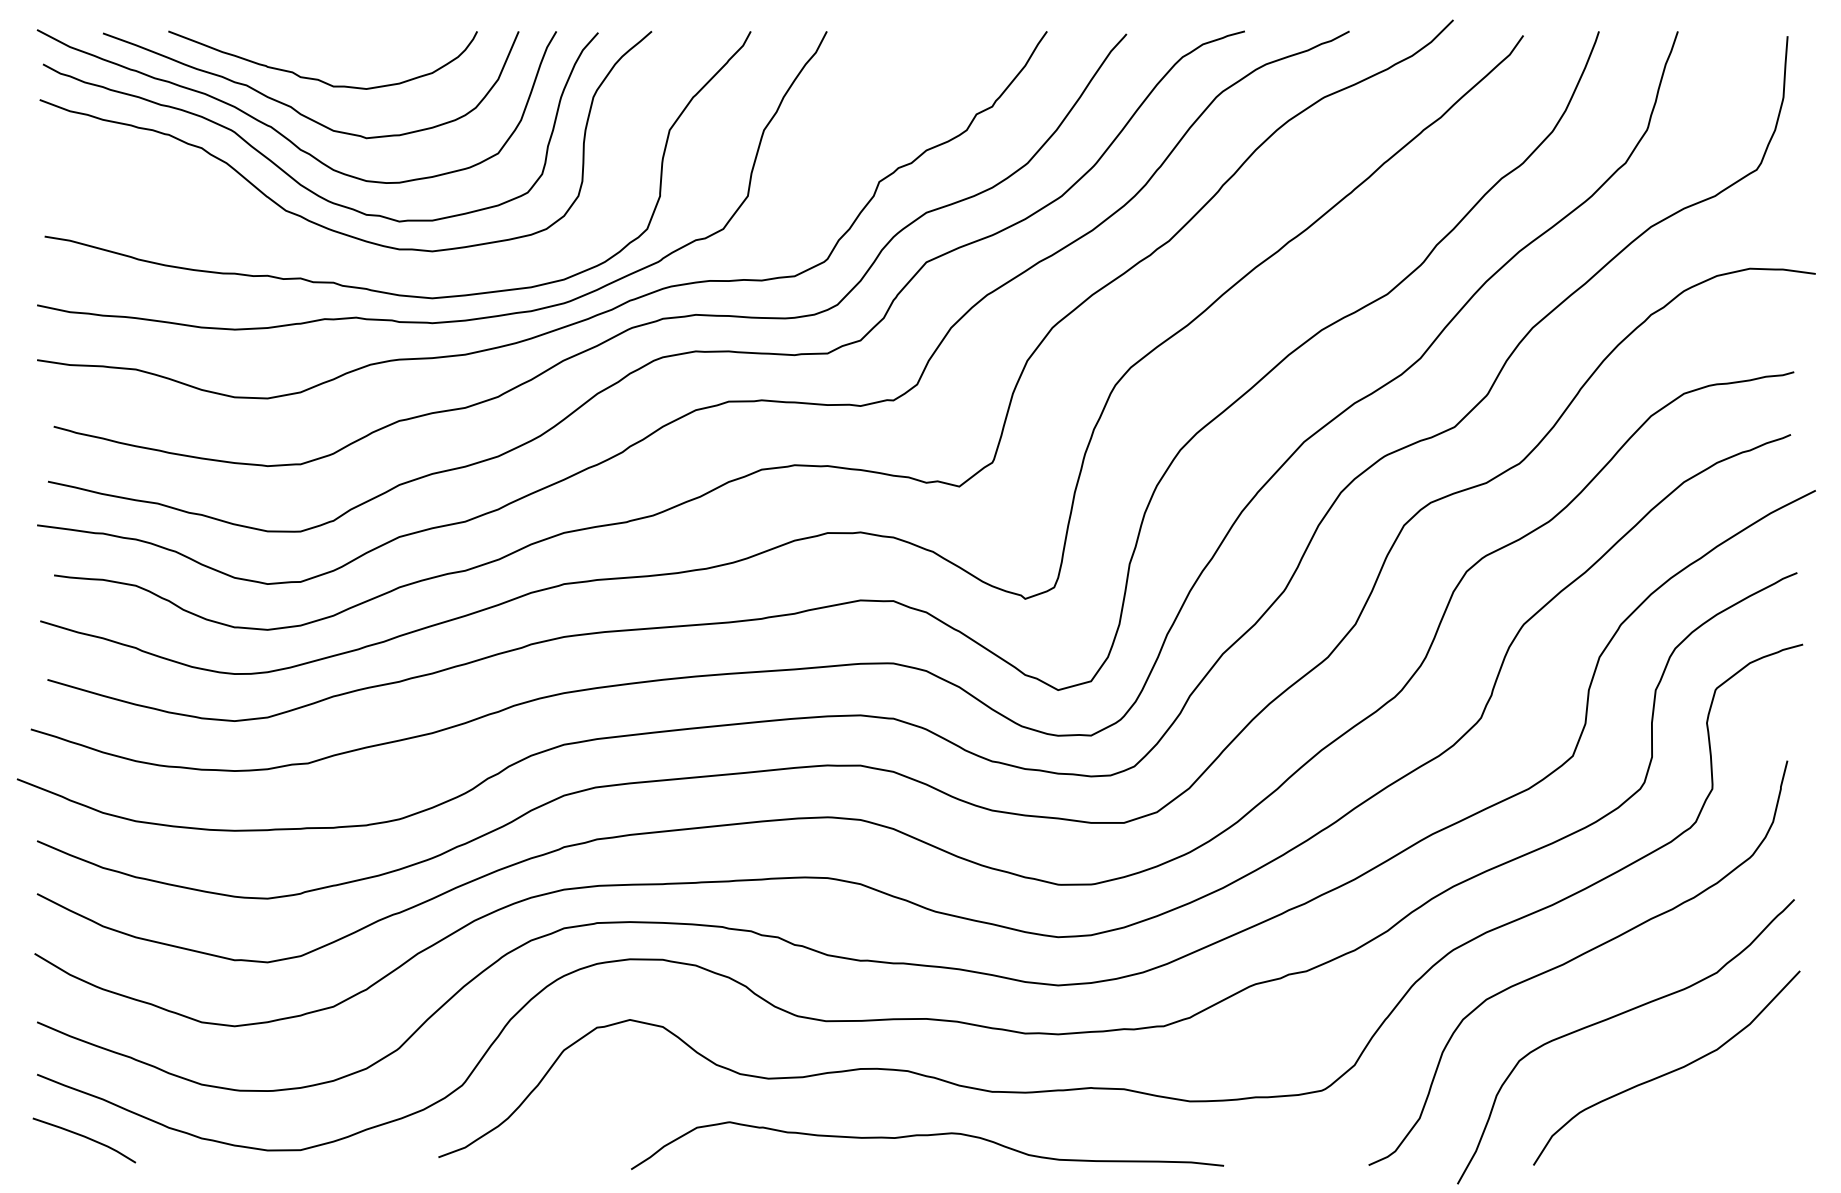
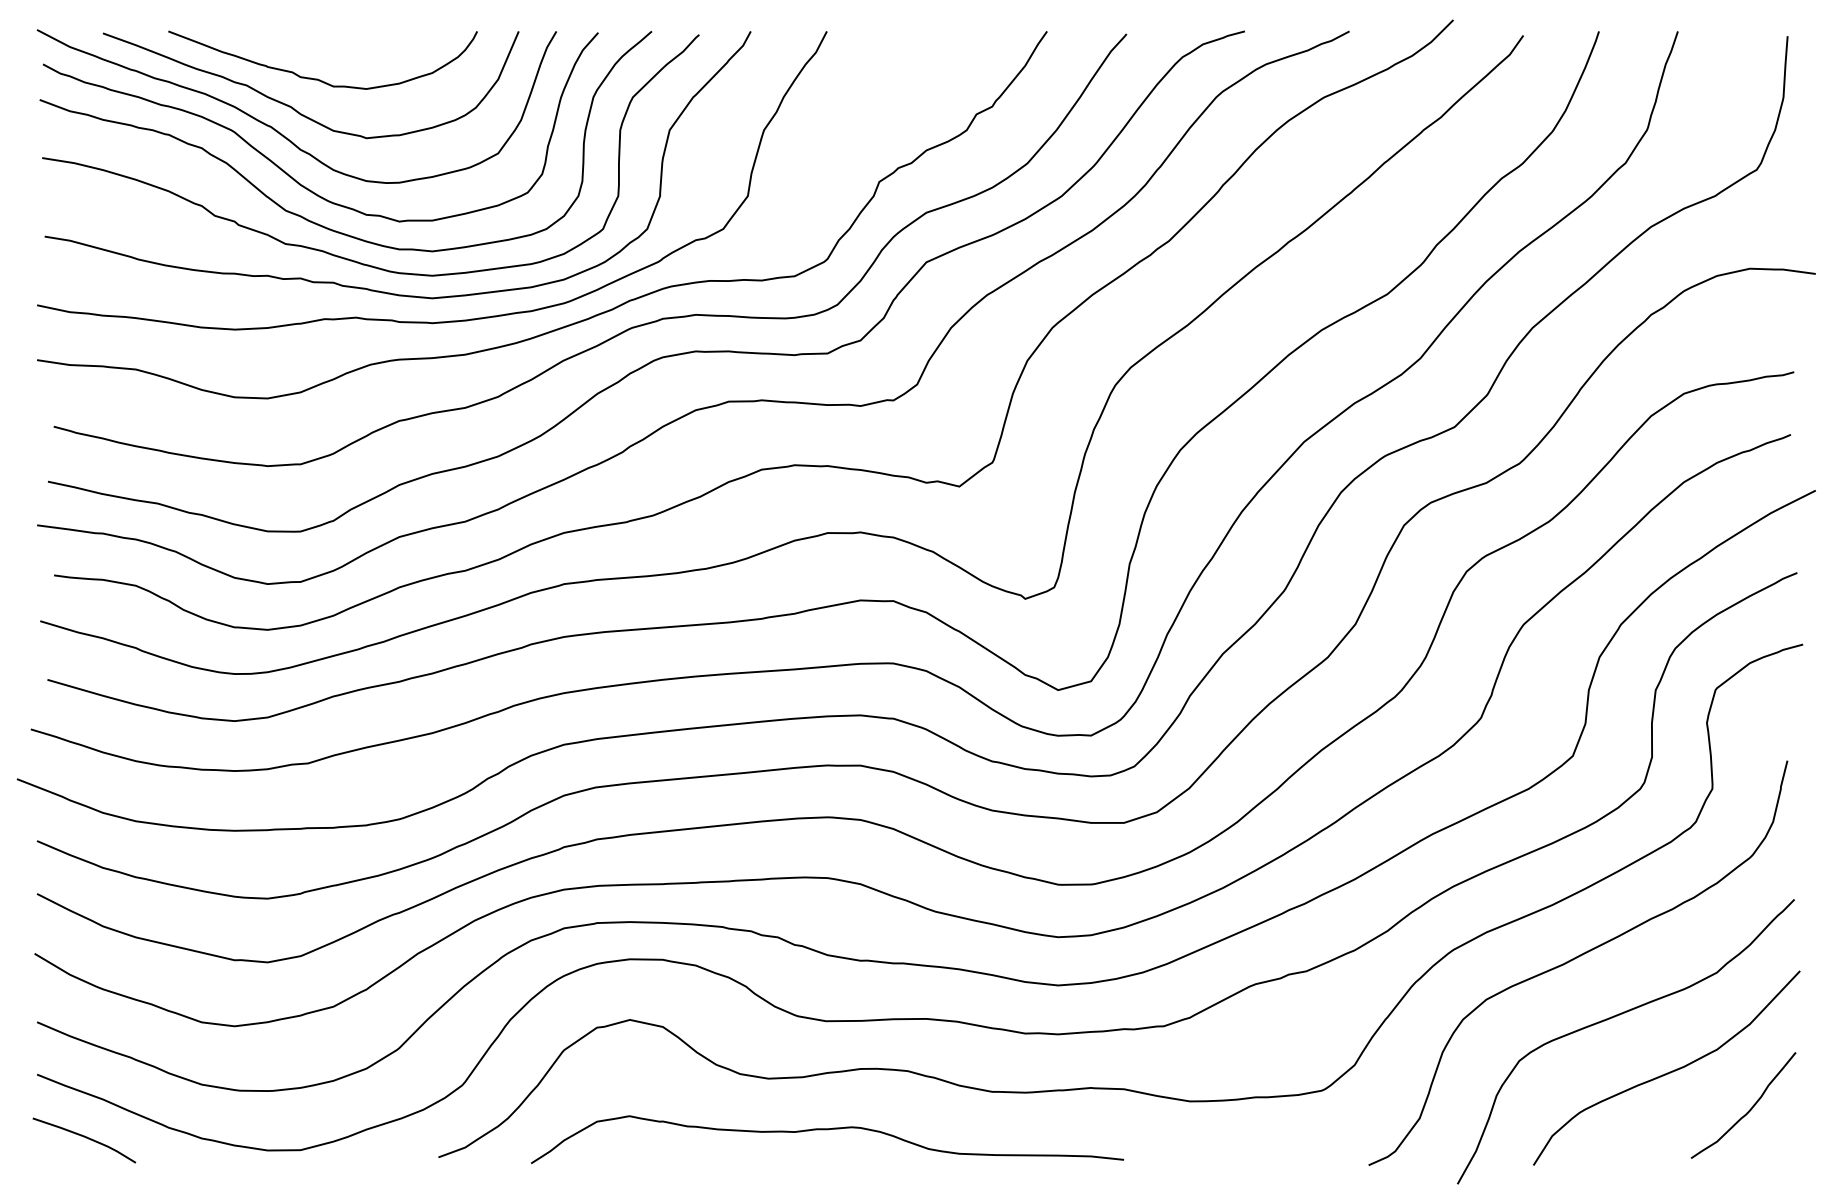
curve at (338, 255): none -> present
curve at (1748, 1110): none -> present
curve at (927, 1136) position: (927, 1136) -> (827, 1130)
